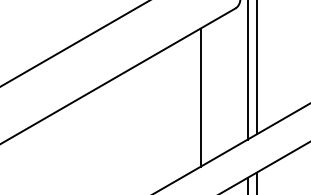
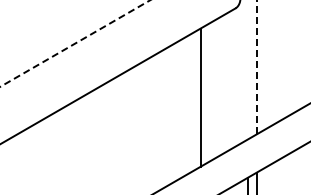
line at (74, 43): solid -> dashed
line at (256, 67): solid -> dashed
line at (247, 70): present -> none
